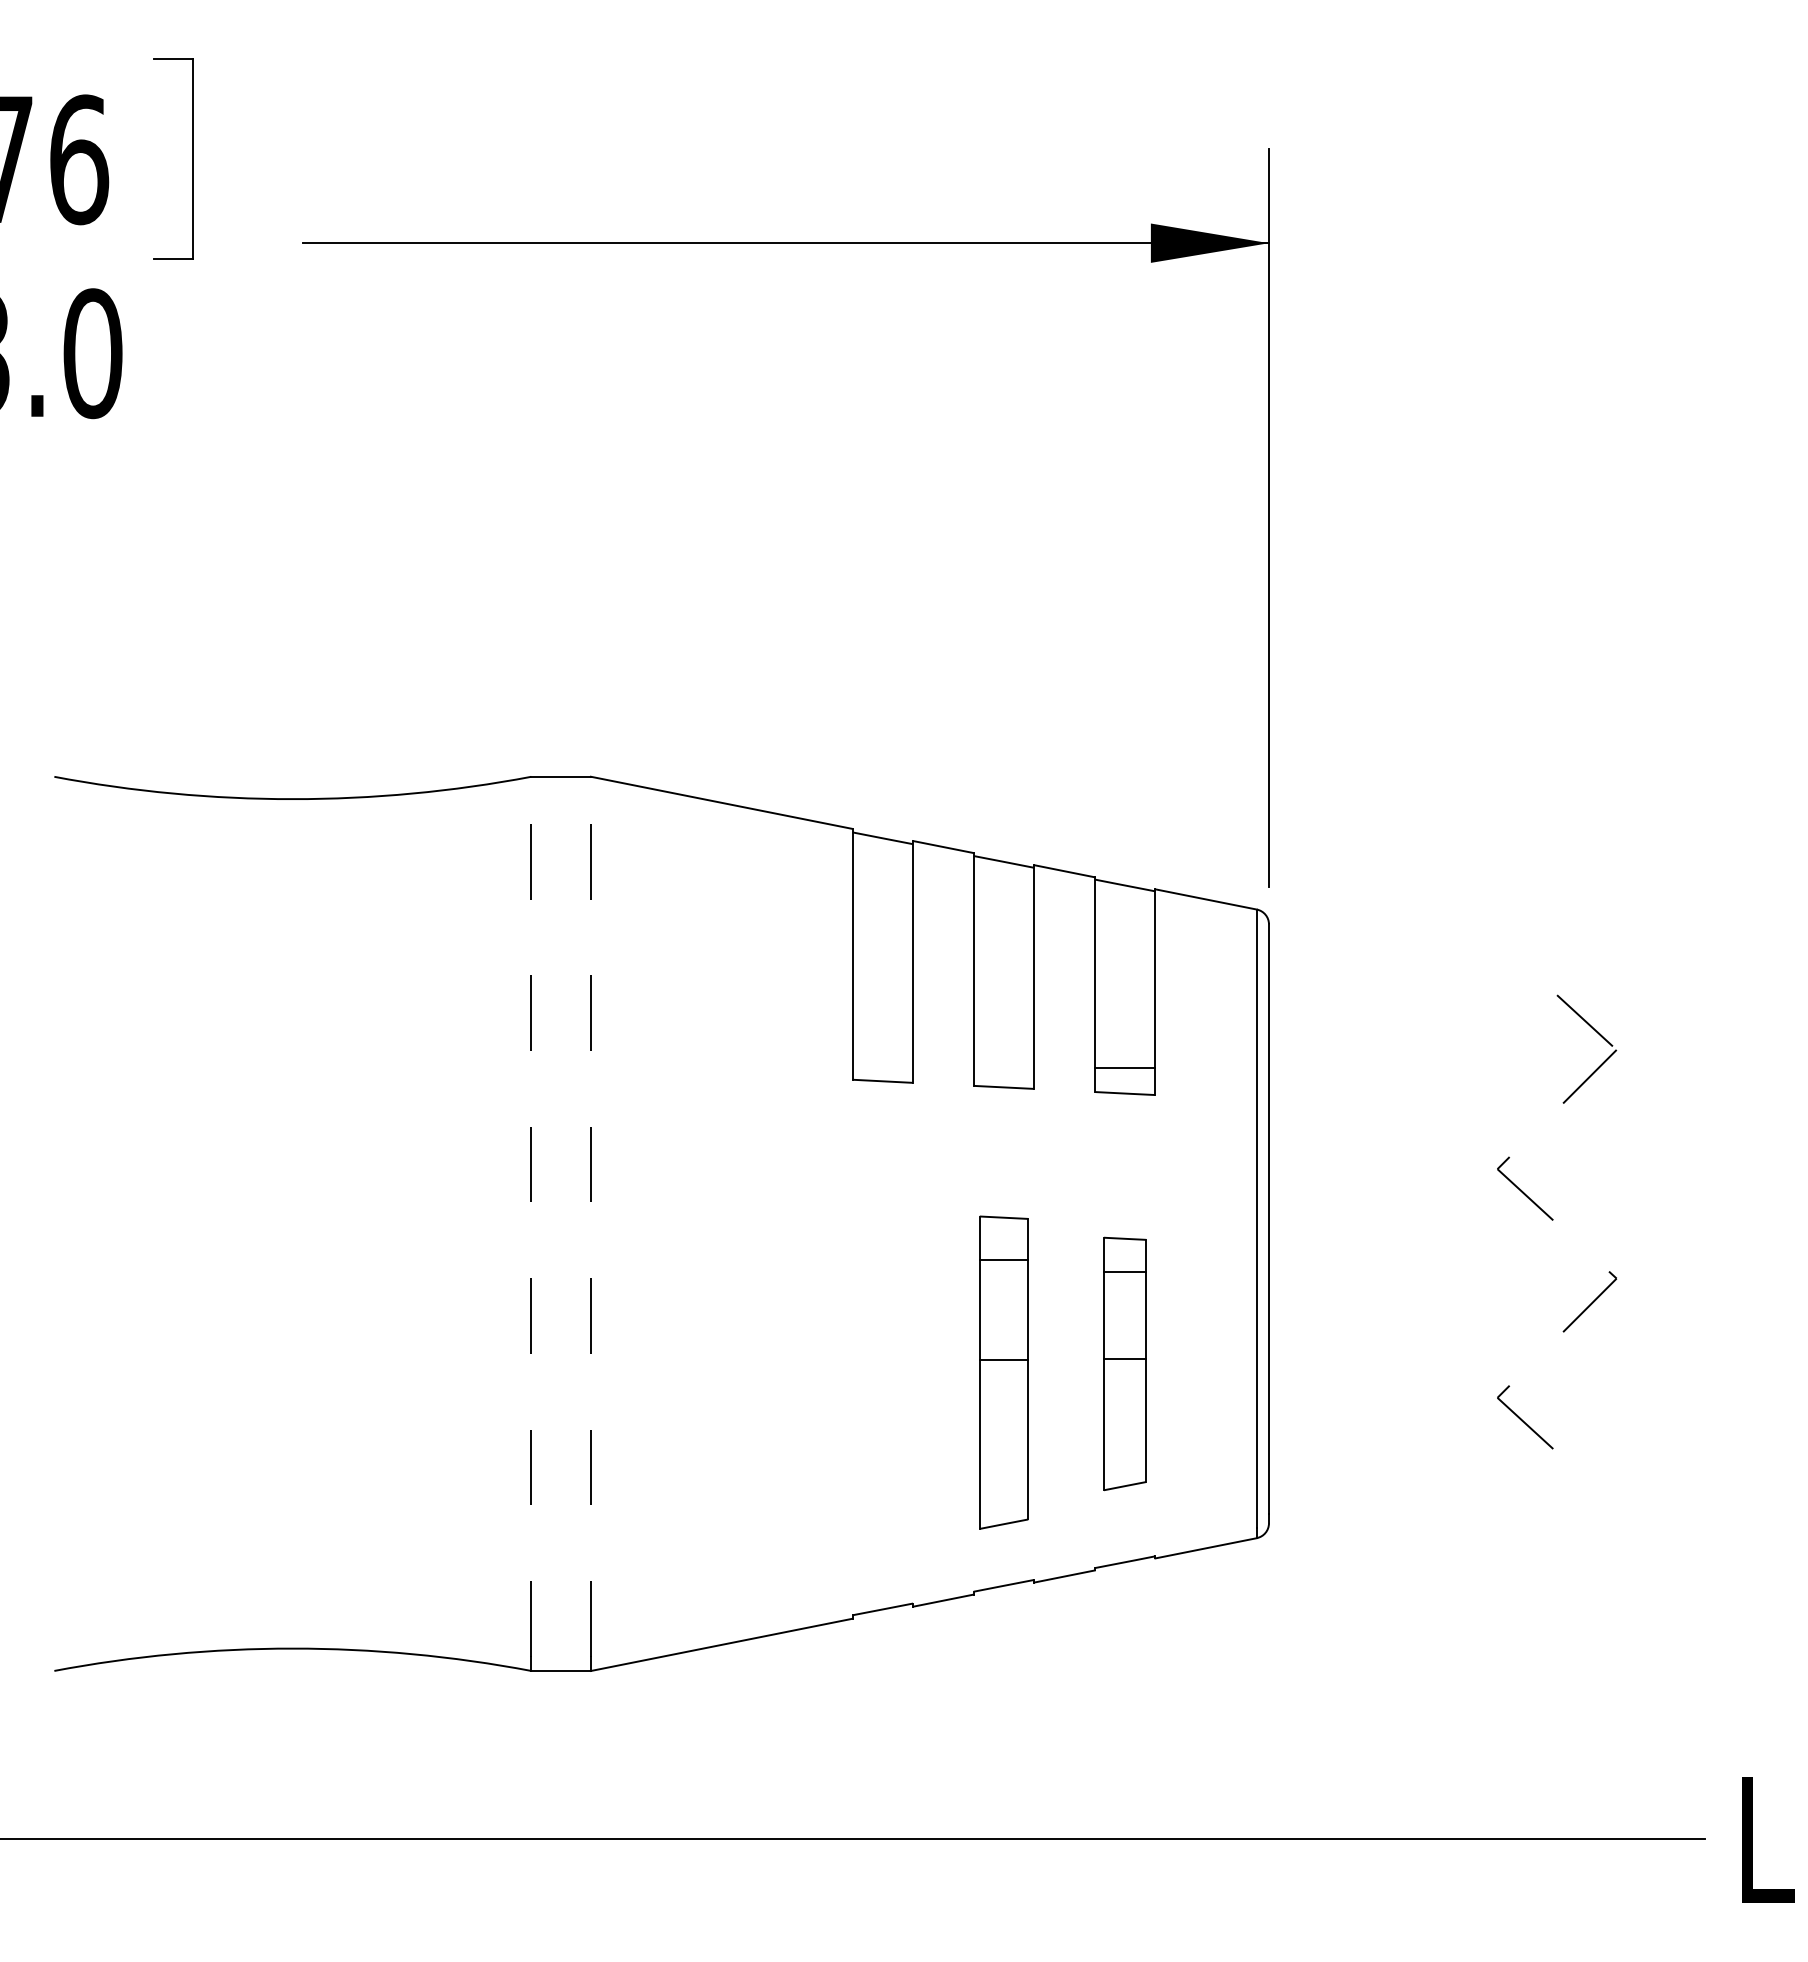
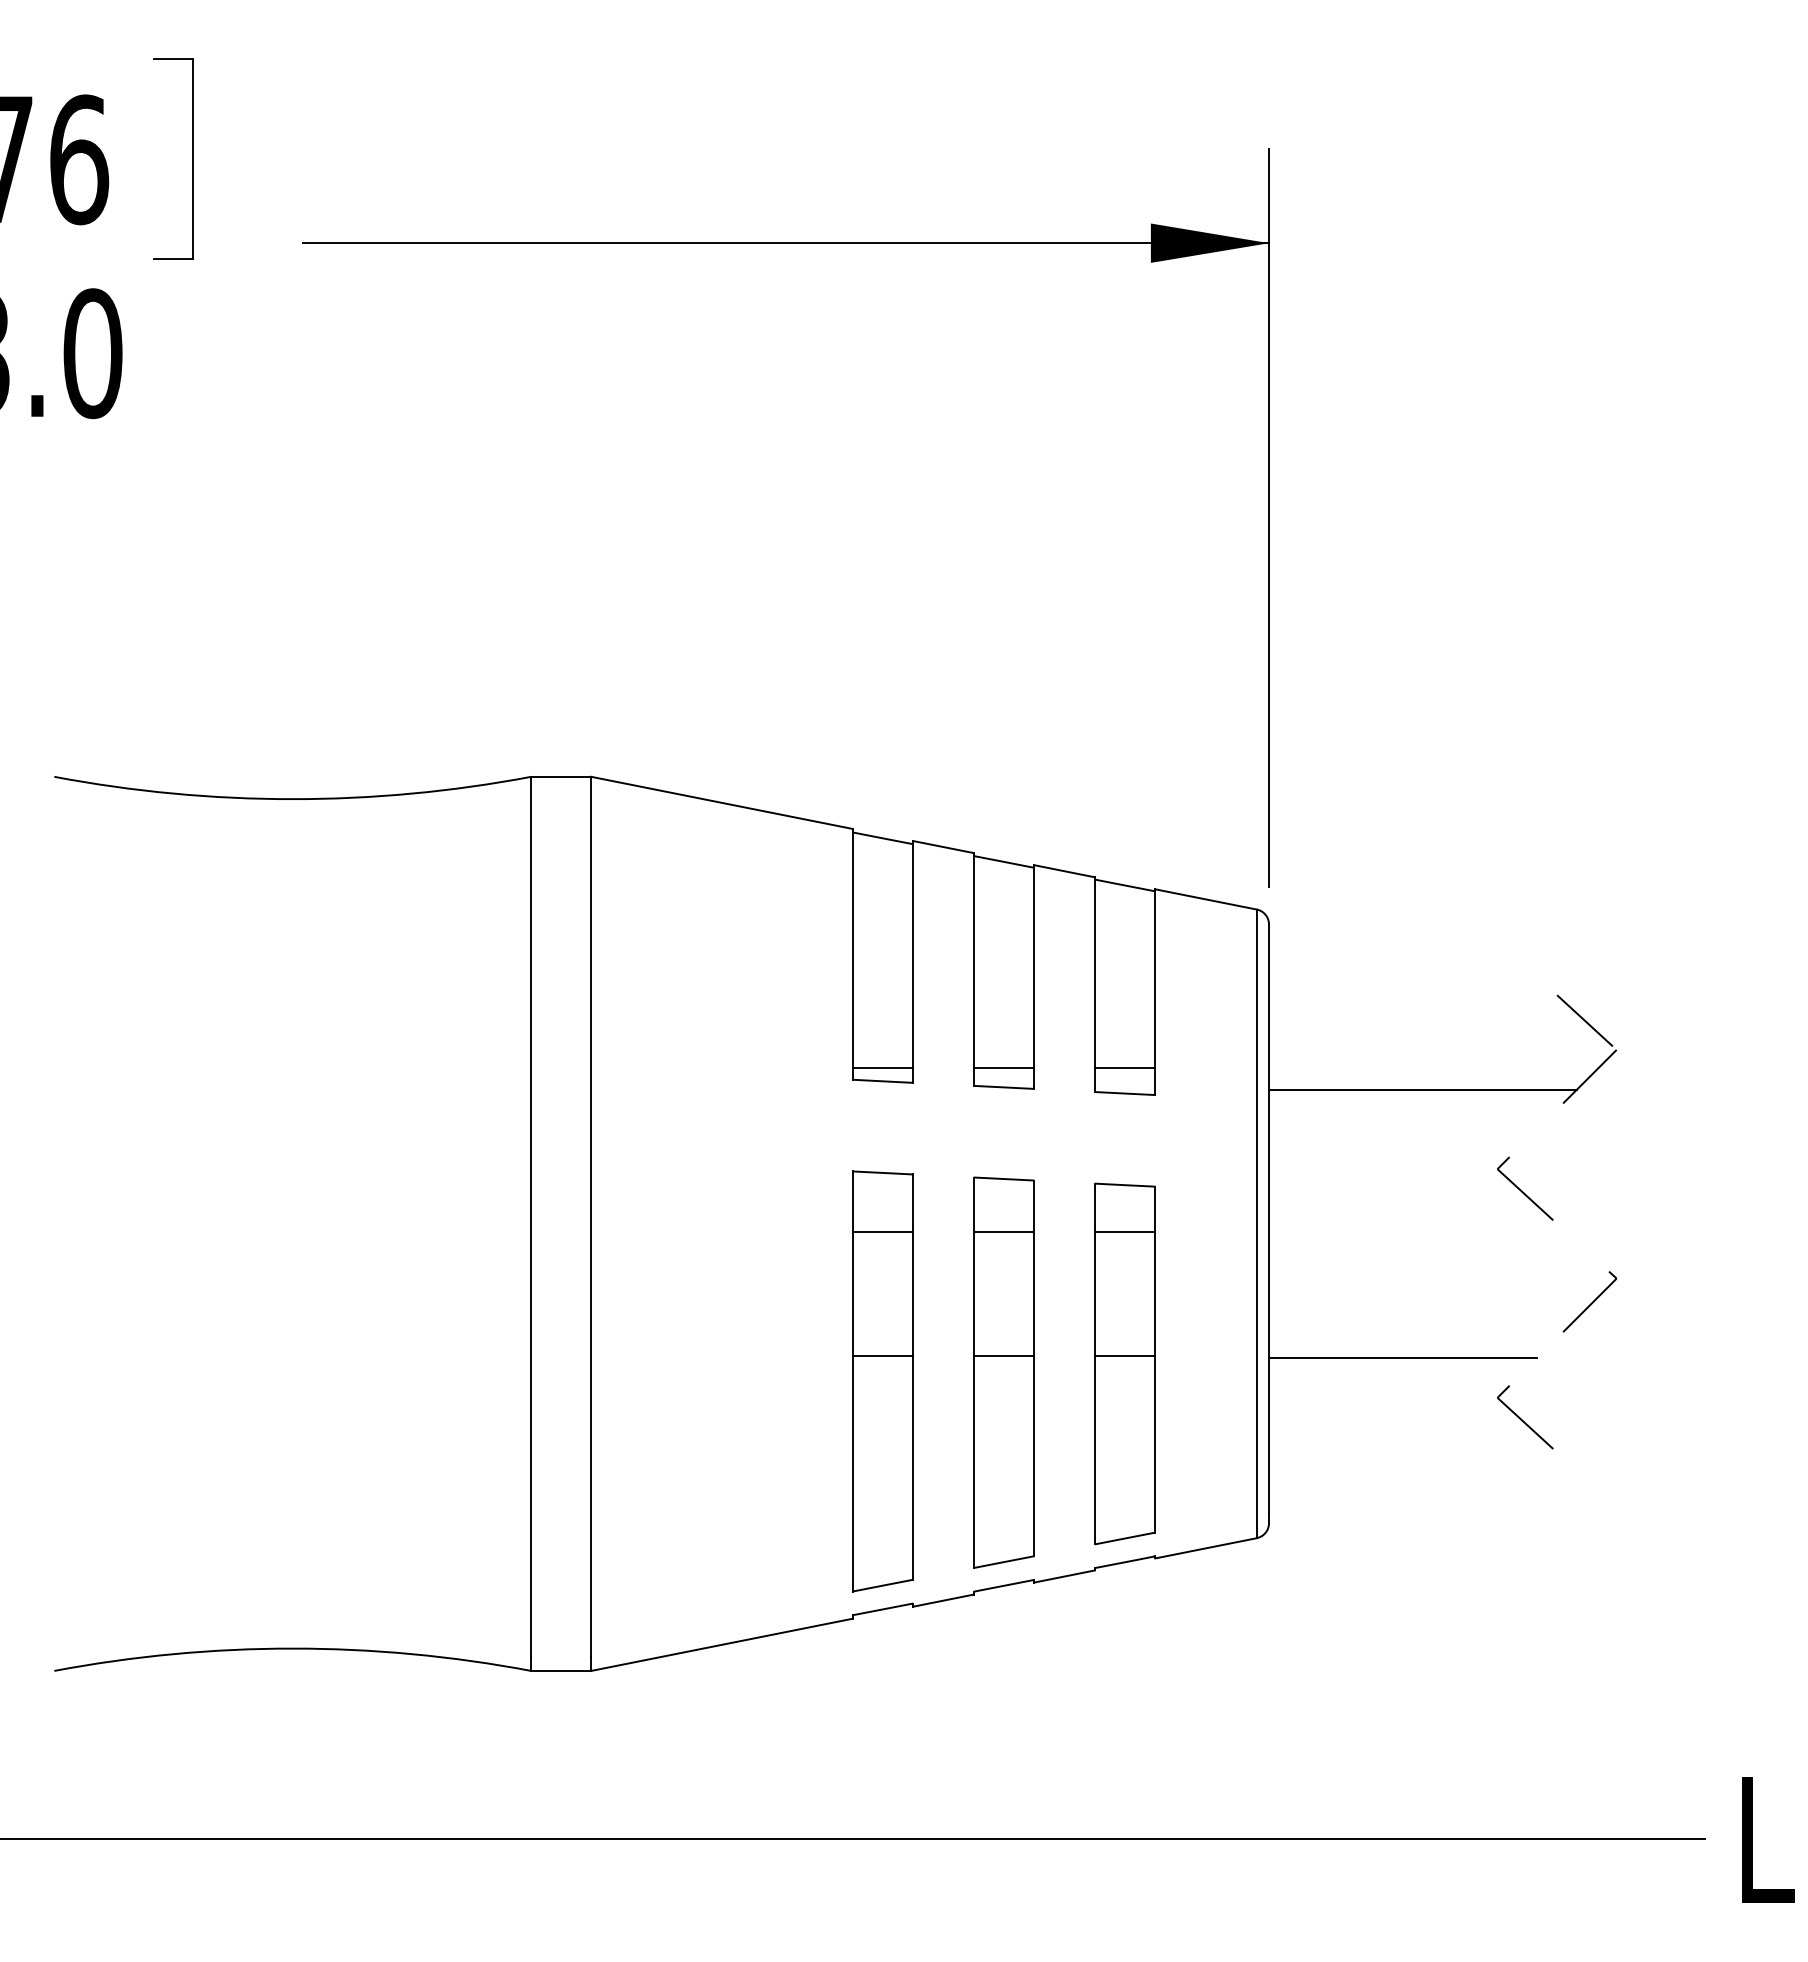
line at (882, 1067): none -> present
line at (1003, 1067): none -> present
line at (1422, 1089): none -> present
line at (531, 1216): dashed -> solid
line at (590, 1216): dashed -> solid
line at (1403, 1357): none -> present
part at (1124, 1363) size: 44x256 px -> 62x364 px
part at (1003, 1372) size: 50x315 px -> 62x393 px
part at (882, 1381): none -> present
